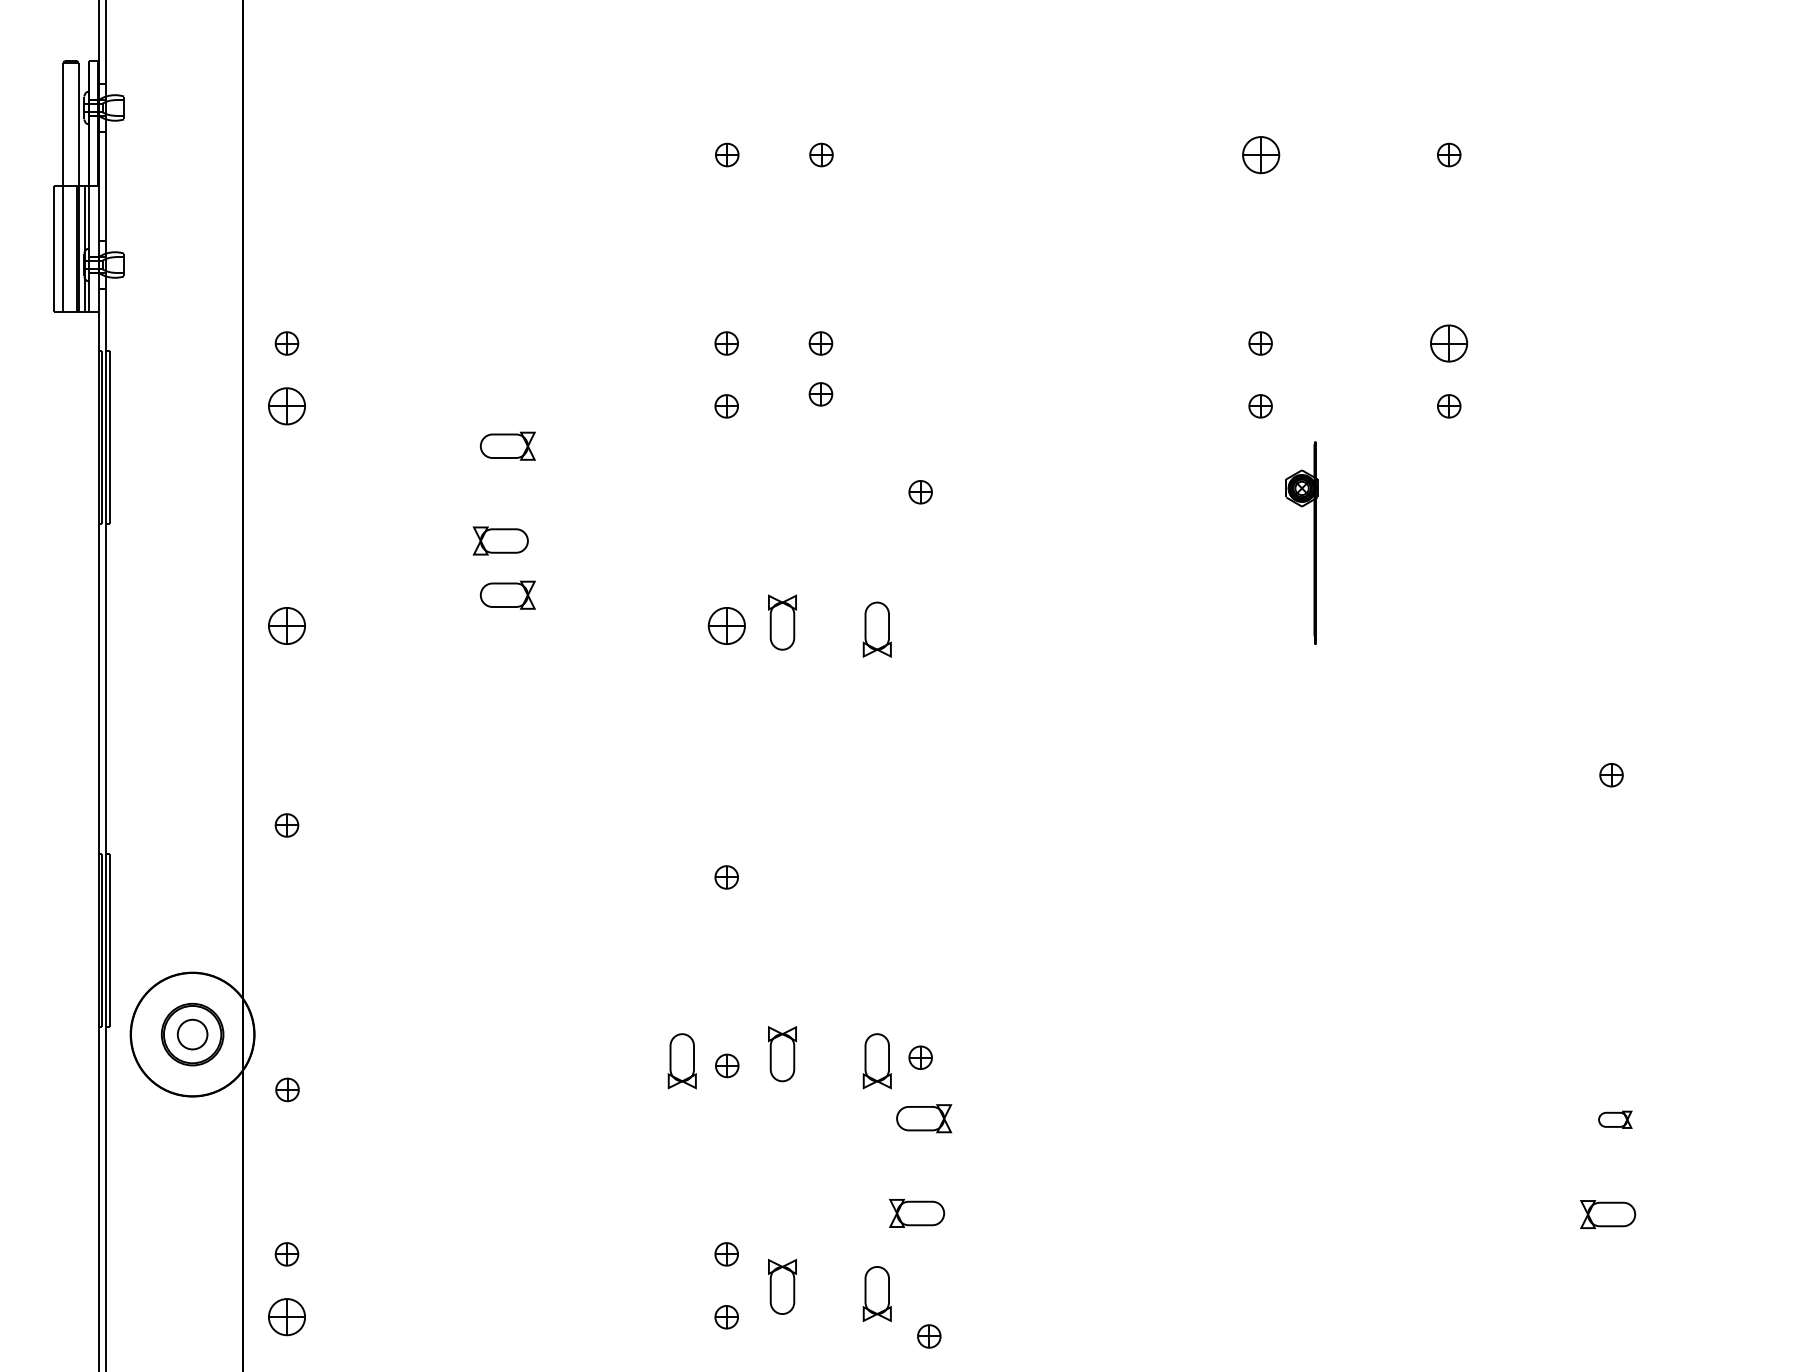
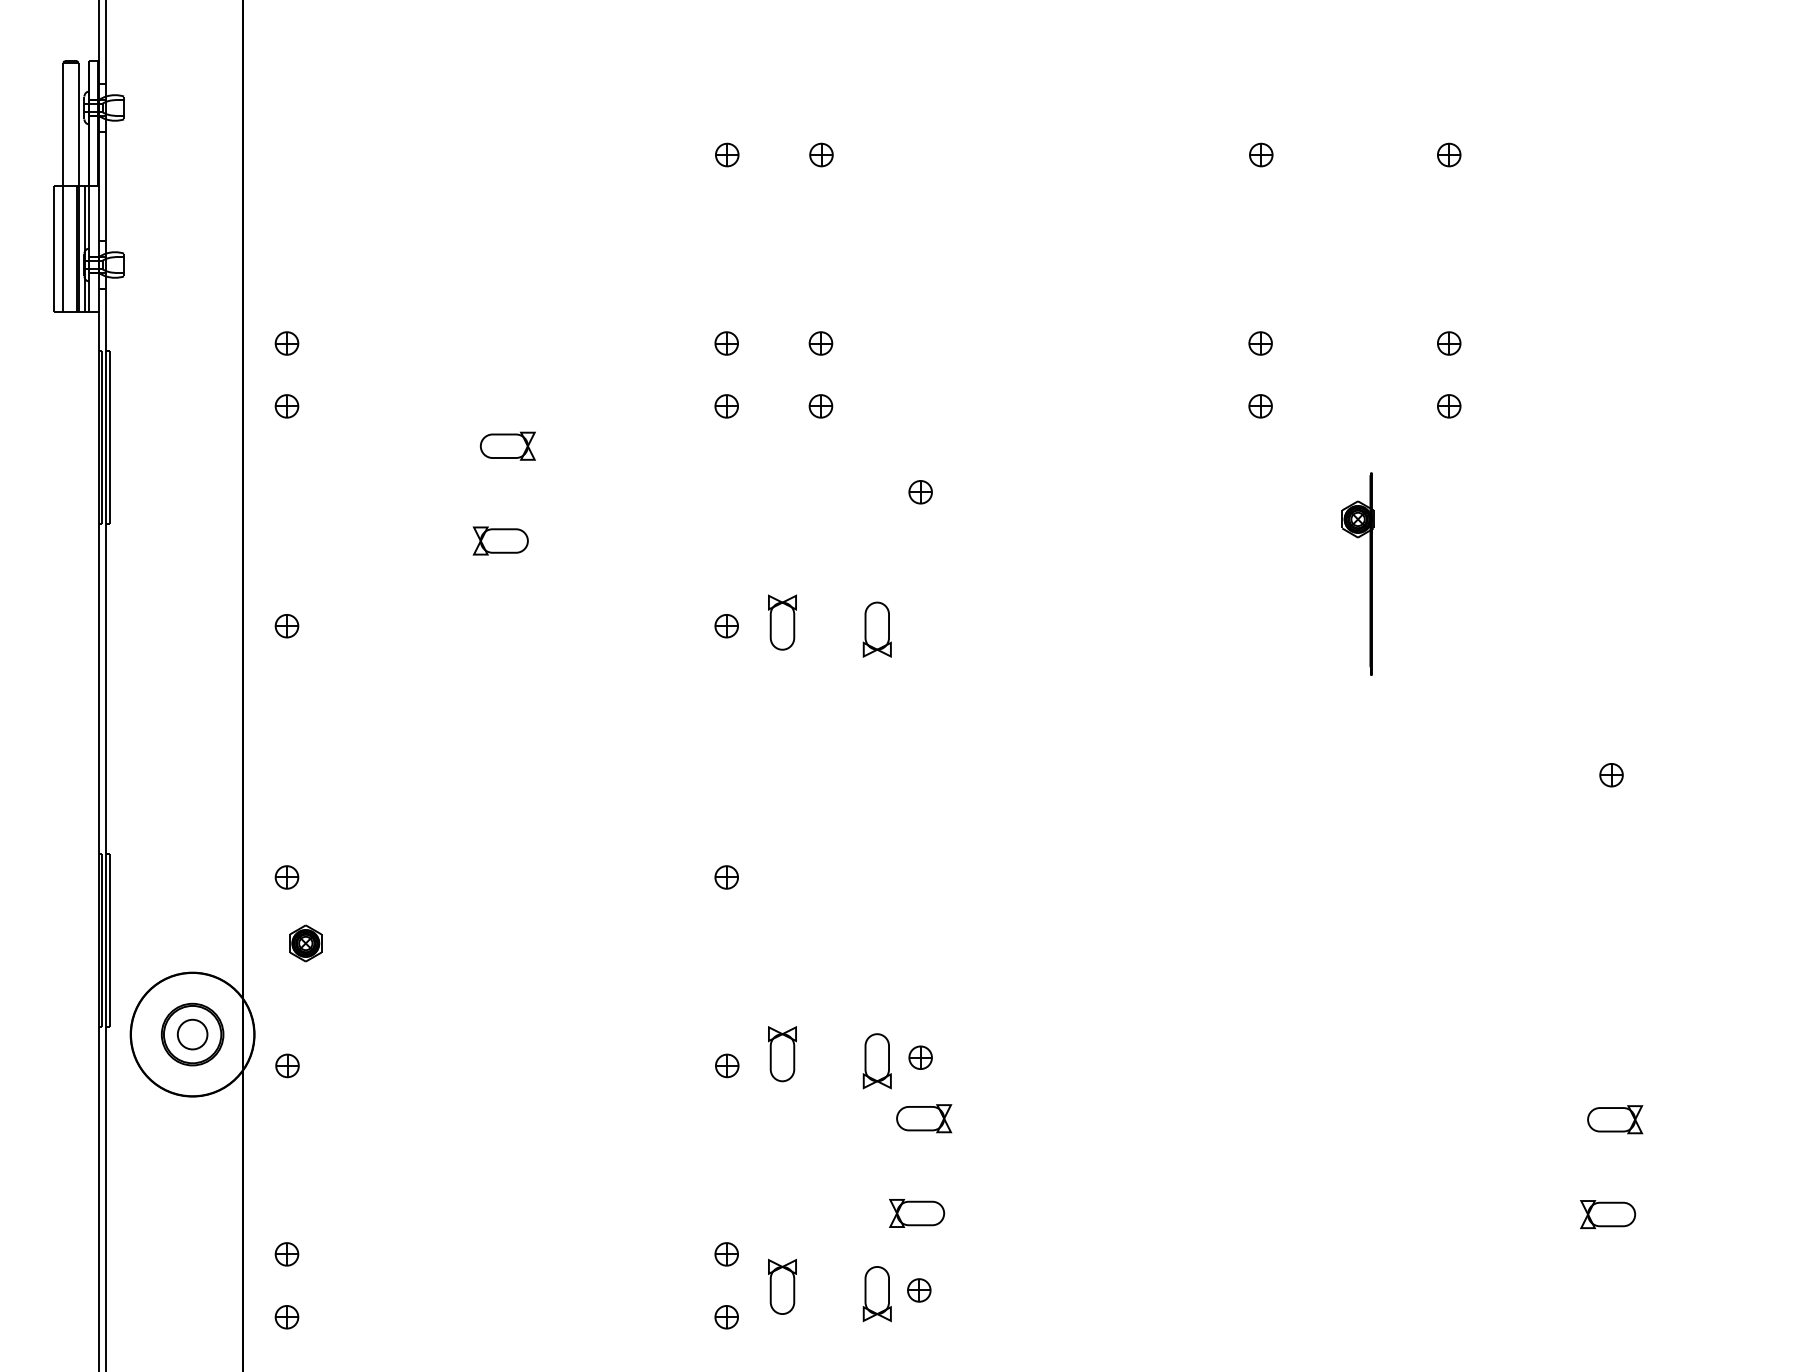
part at (1261, 155) size: 39x39 px -> 25x26 px
part at (1449, 343) size: 39x39 px -> 25x25 px
part at (820, 394) position: (820, 394) -> (820, 406)
part at (286, 406) size: 38x39 px -> 26x25 px
part at (1313, 542) position: (1313, 542) -> (1369, 573)
part at (507, 594): present -> none
part at (286, 625) size: 38x38 px -> 26x25 px
part at (726, 625) size: 39x38 px -> 25x25 px
part at (286, 825) position: (286, 825) -> (286, 877)
part at (305, 943): none -> present
part at (681, 1061): present -> none
part at (287, 1089) position: (287, 1089) -> (287, 1065)
part at (1615, 1119) size: 35x19 px -> 57x30 px
part at (286, 1317) size: 38x39 px -> 26x25 px
part at (929, 1336) position: (929, 1336) -> (919, 1290)
